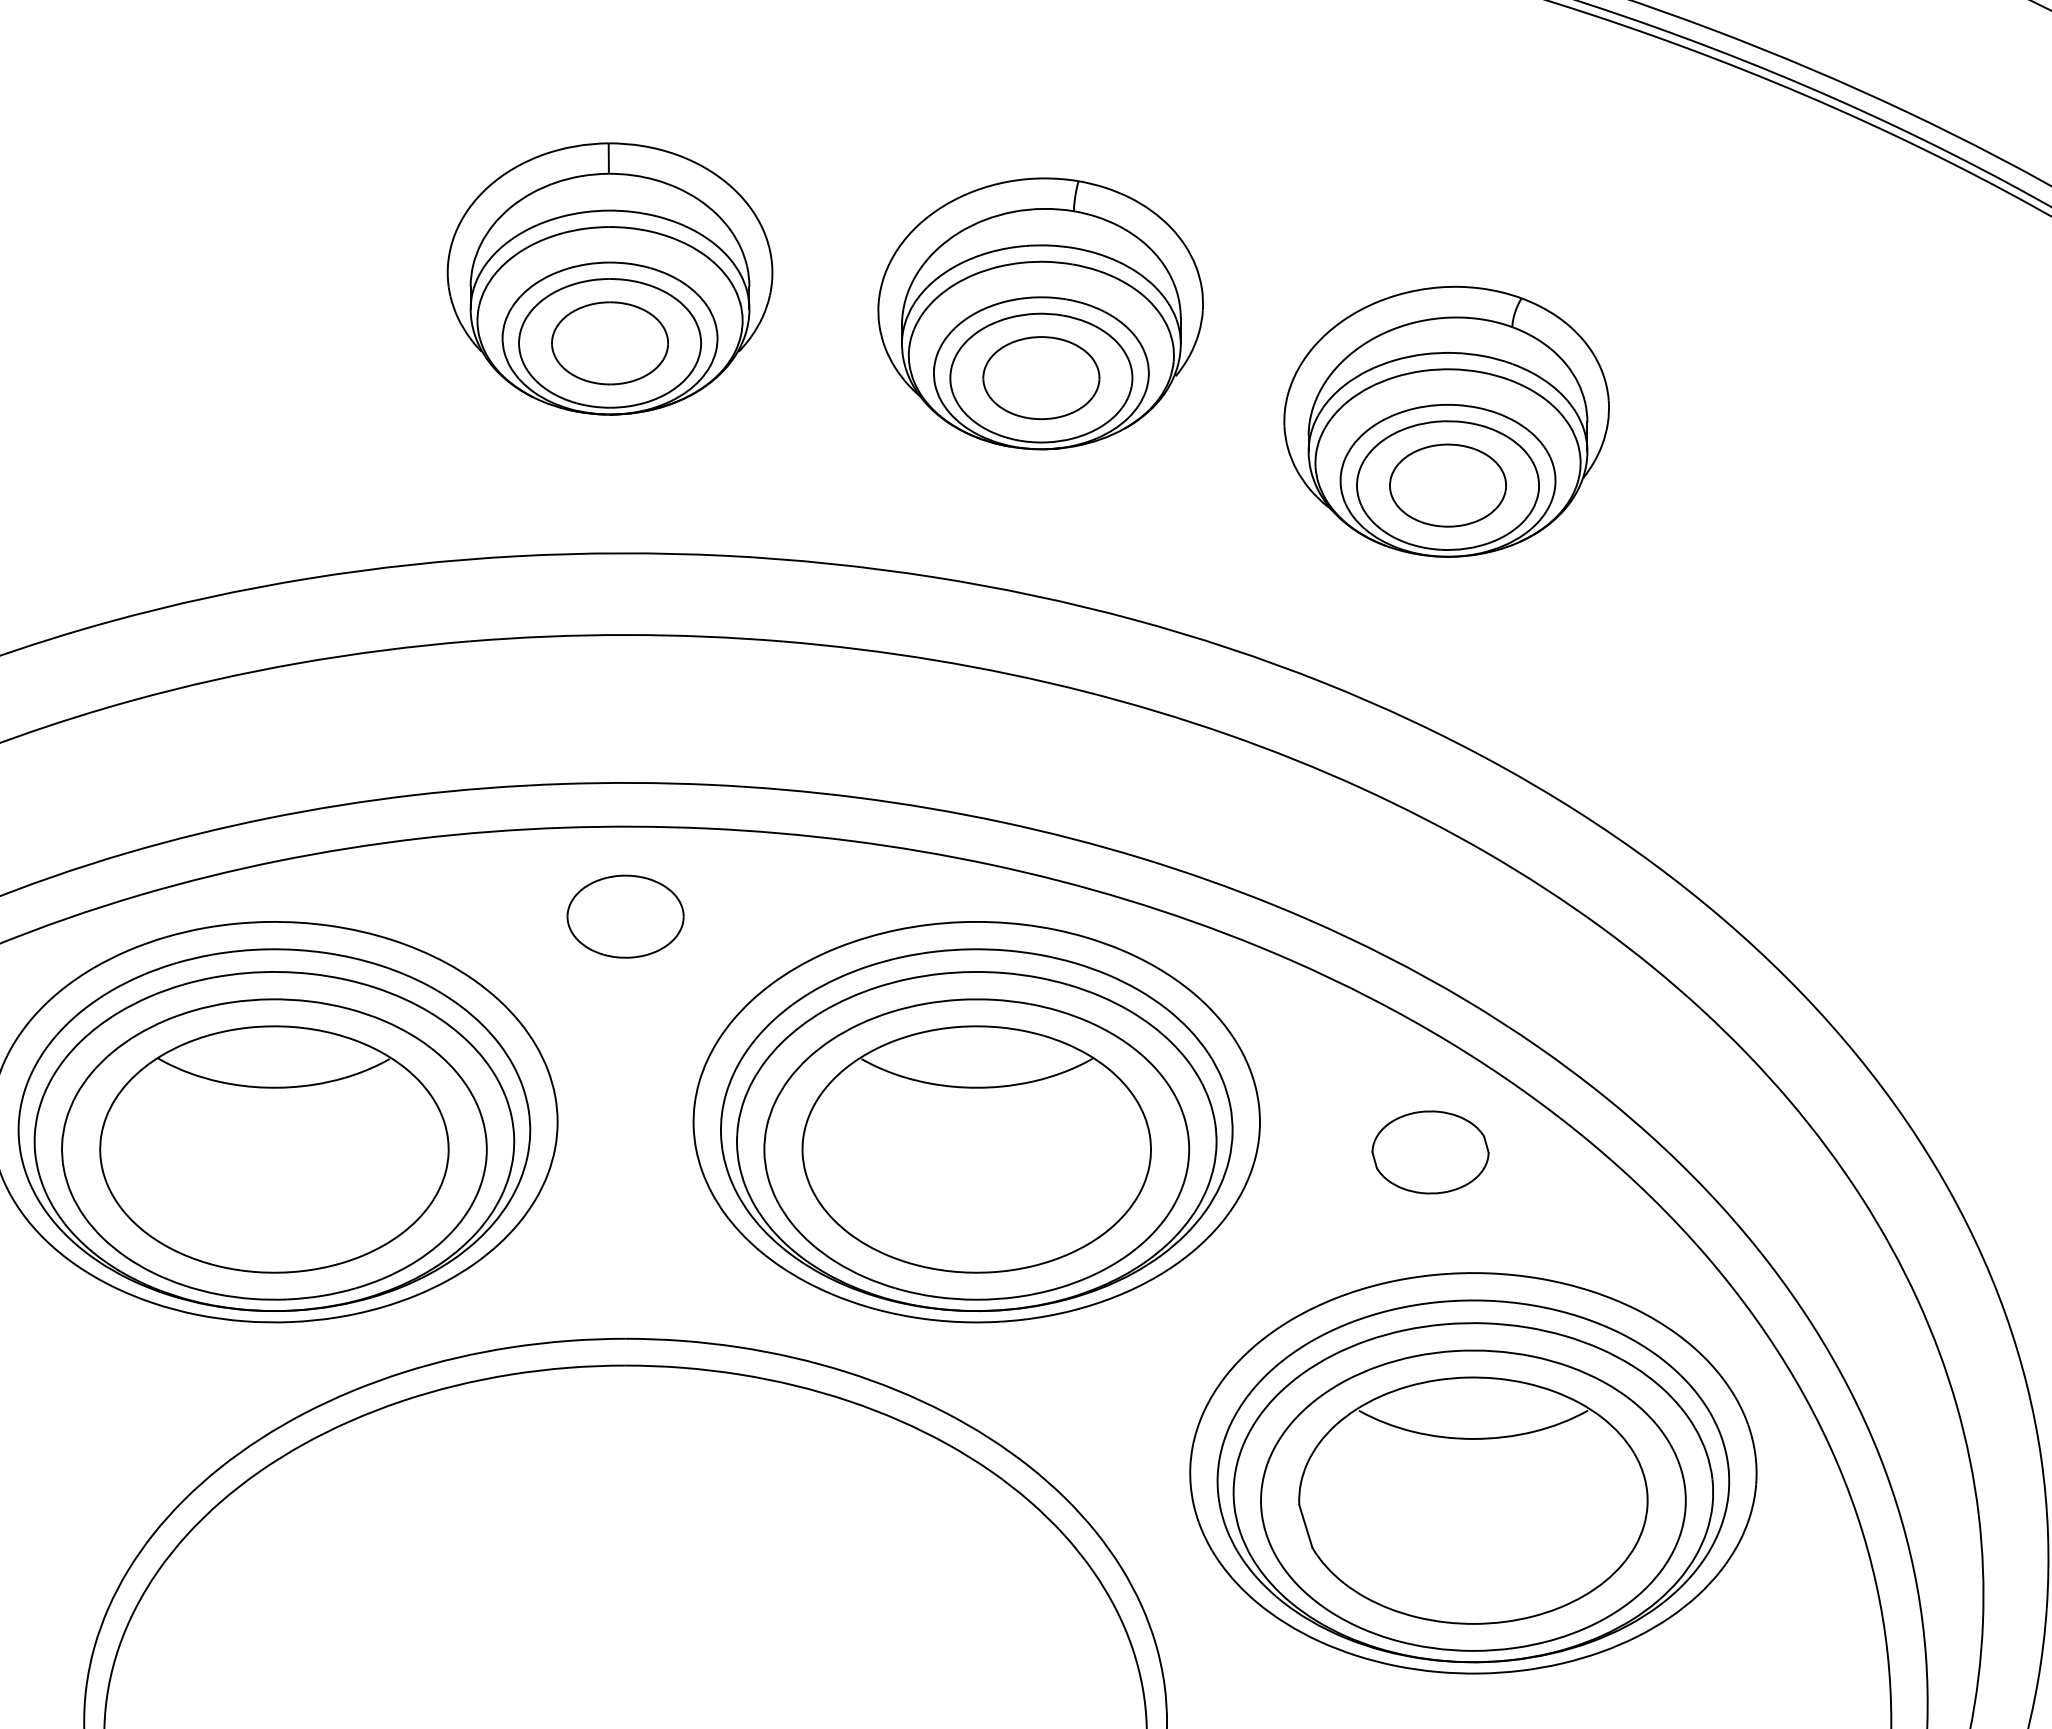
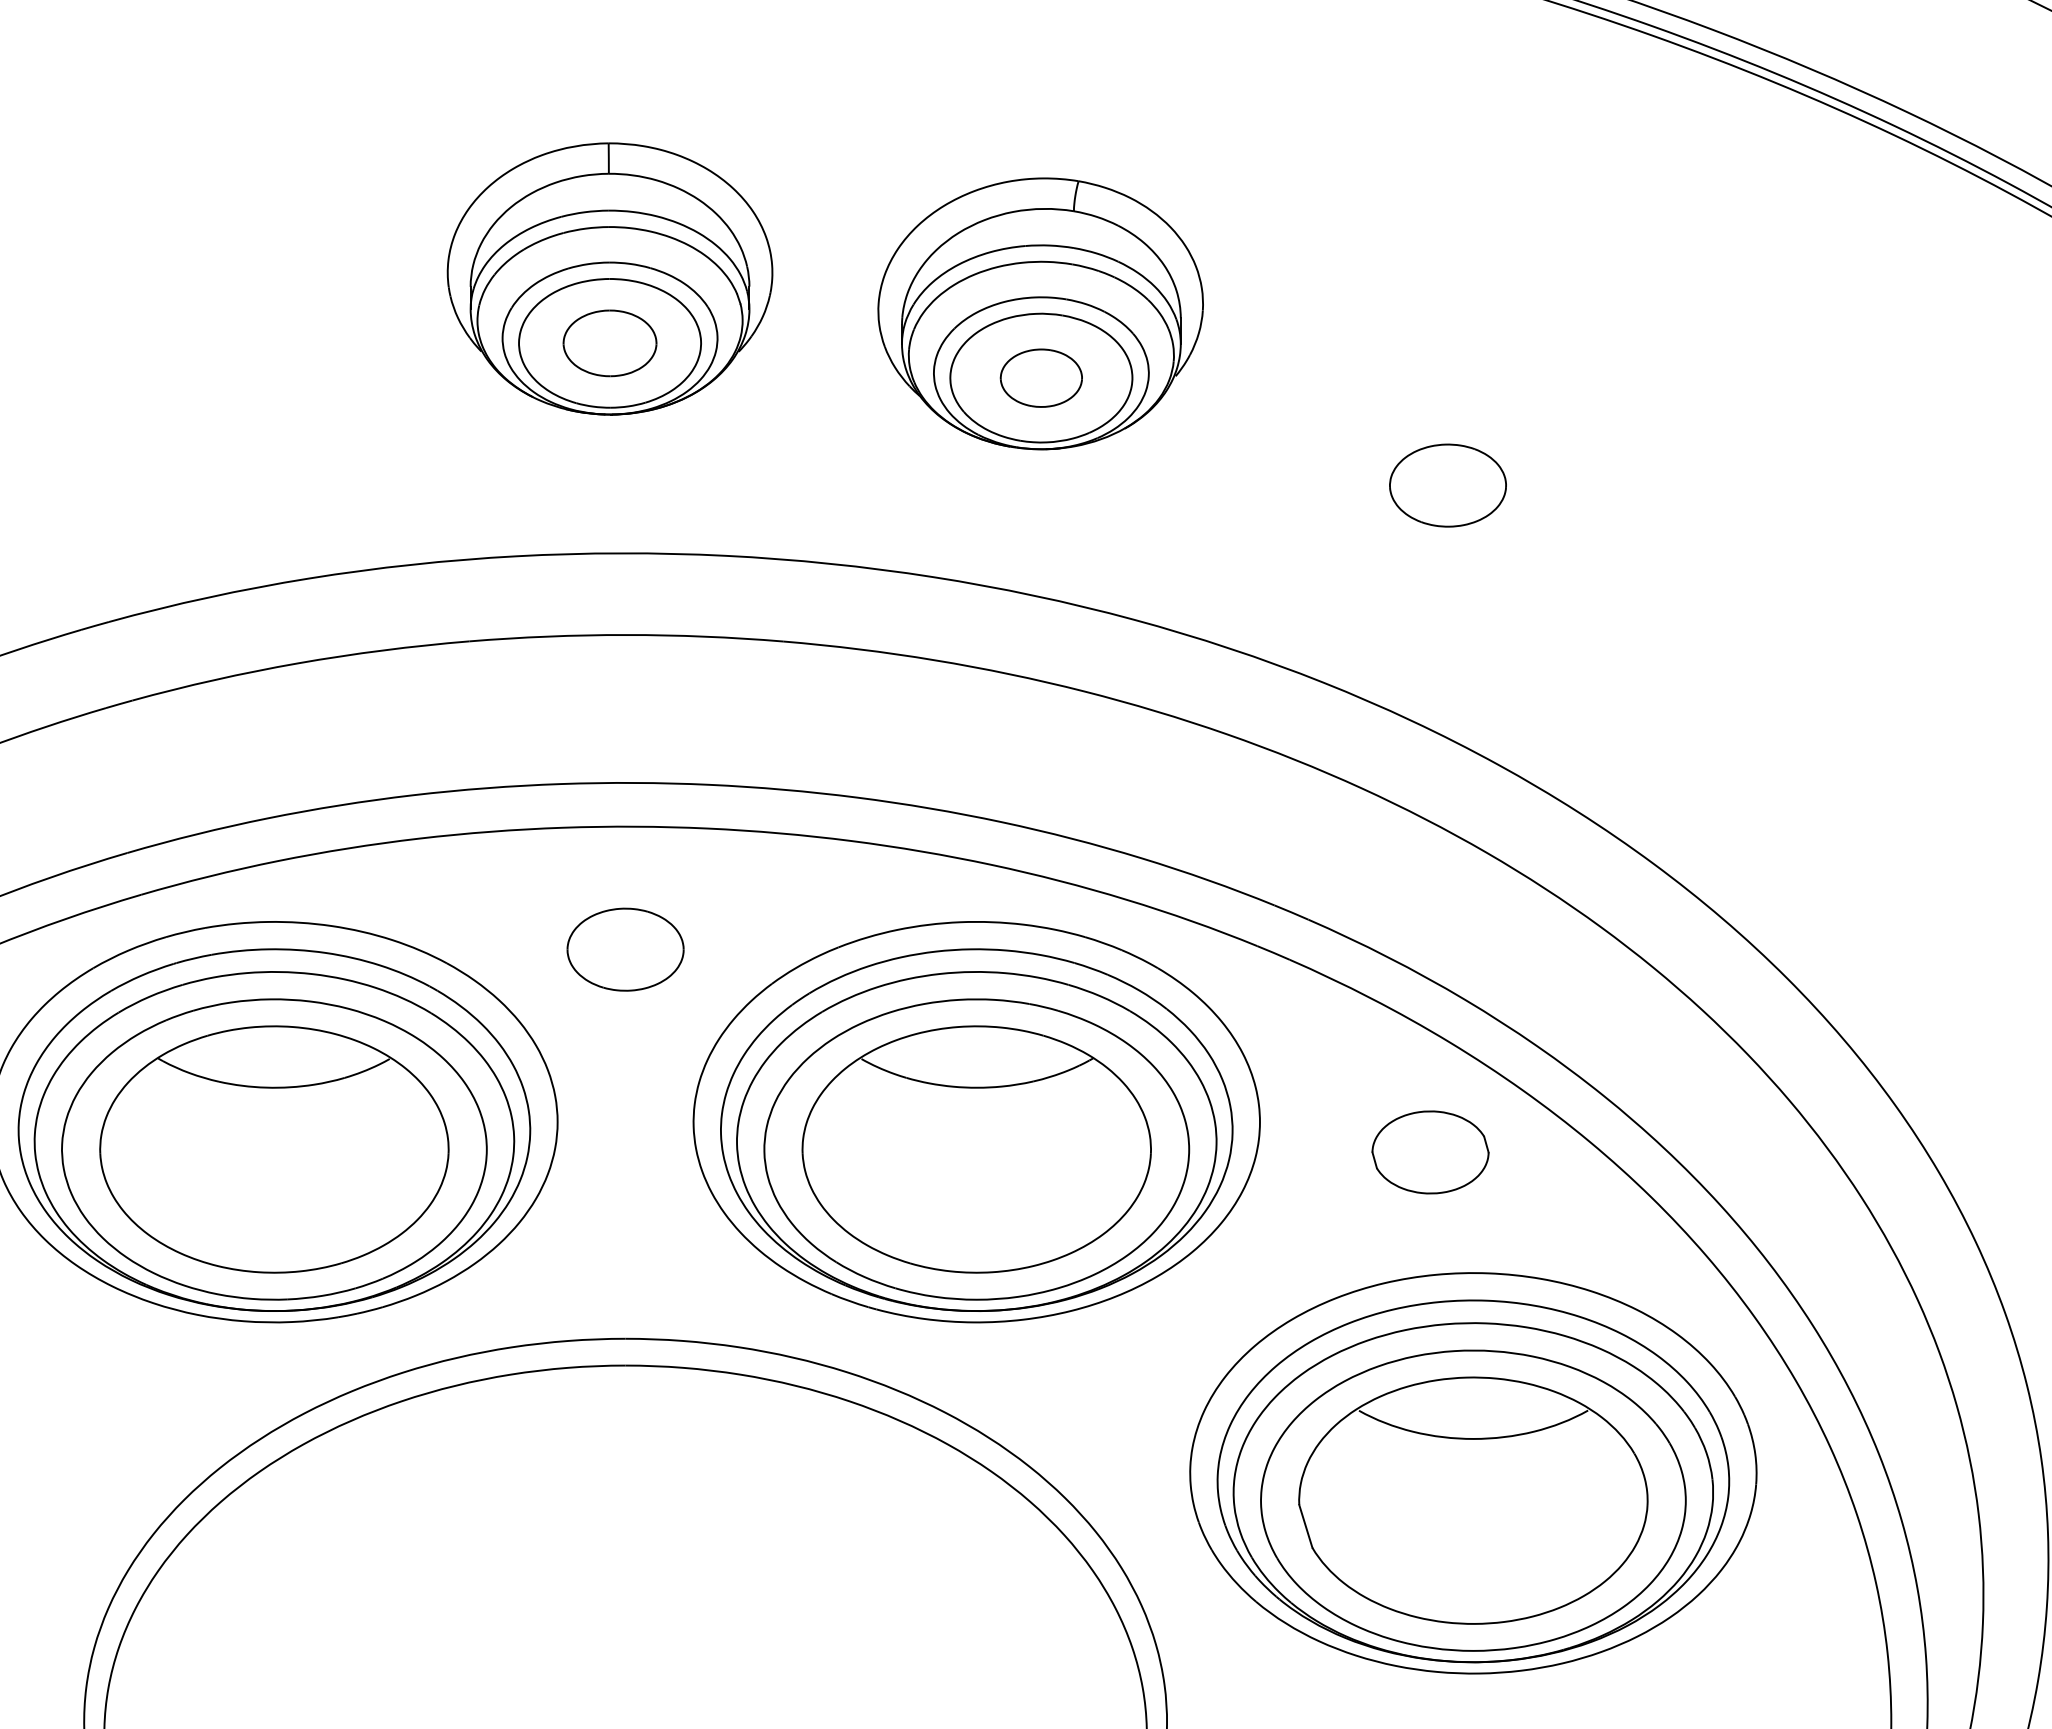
part at (609, 343) size: 118x85 px -> 96x69 px
part at (1041, 378) size: 119x85 px -> 84x60 px
part at (1446, 421): present -> none
part at (625, 916) position: (625, 916) -> (625, 949)
